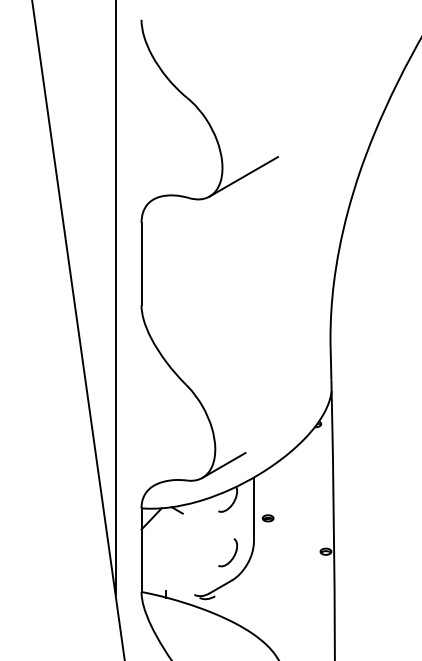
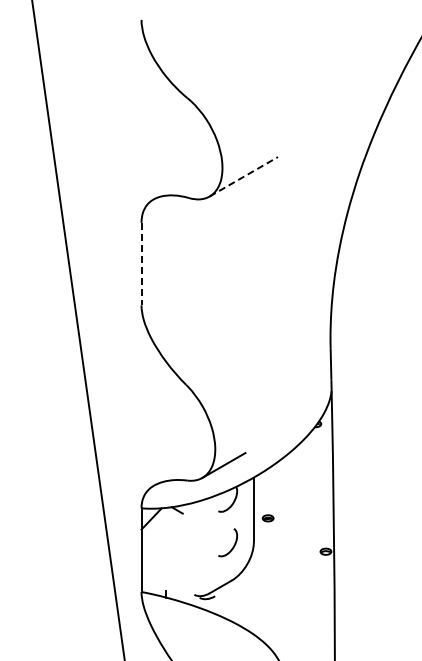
line at (244, 176): solid -> dashed
line at (141, 264): solid -> dashed
line at (115, 298): present -> none
curve at (233, 555) position: (233, 555) -> (233, 545)
